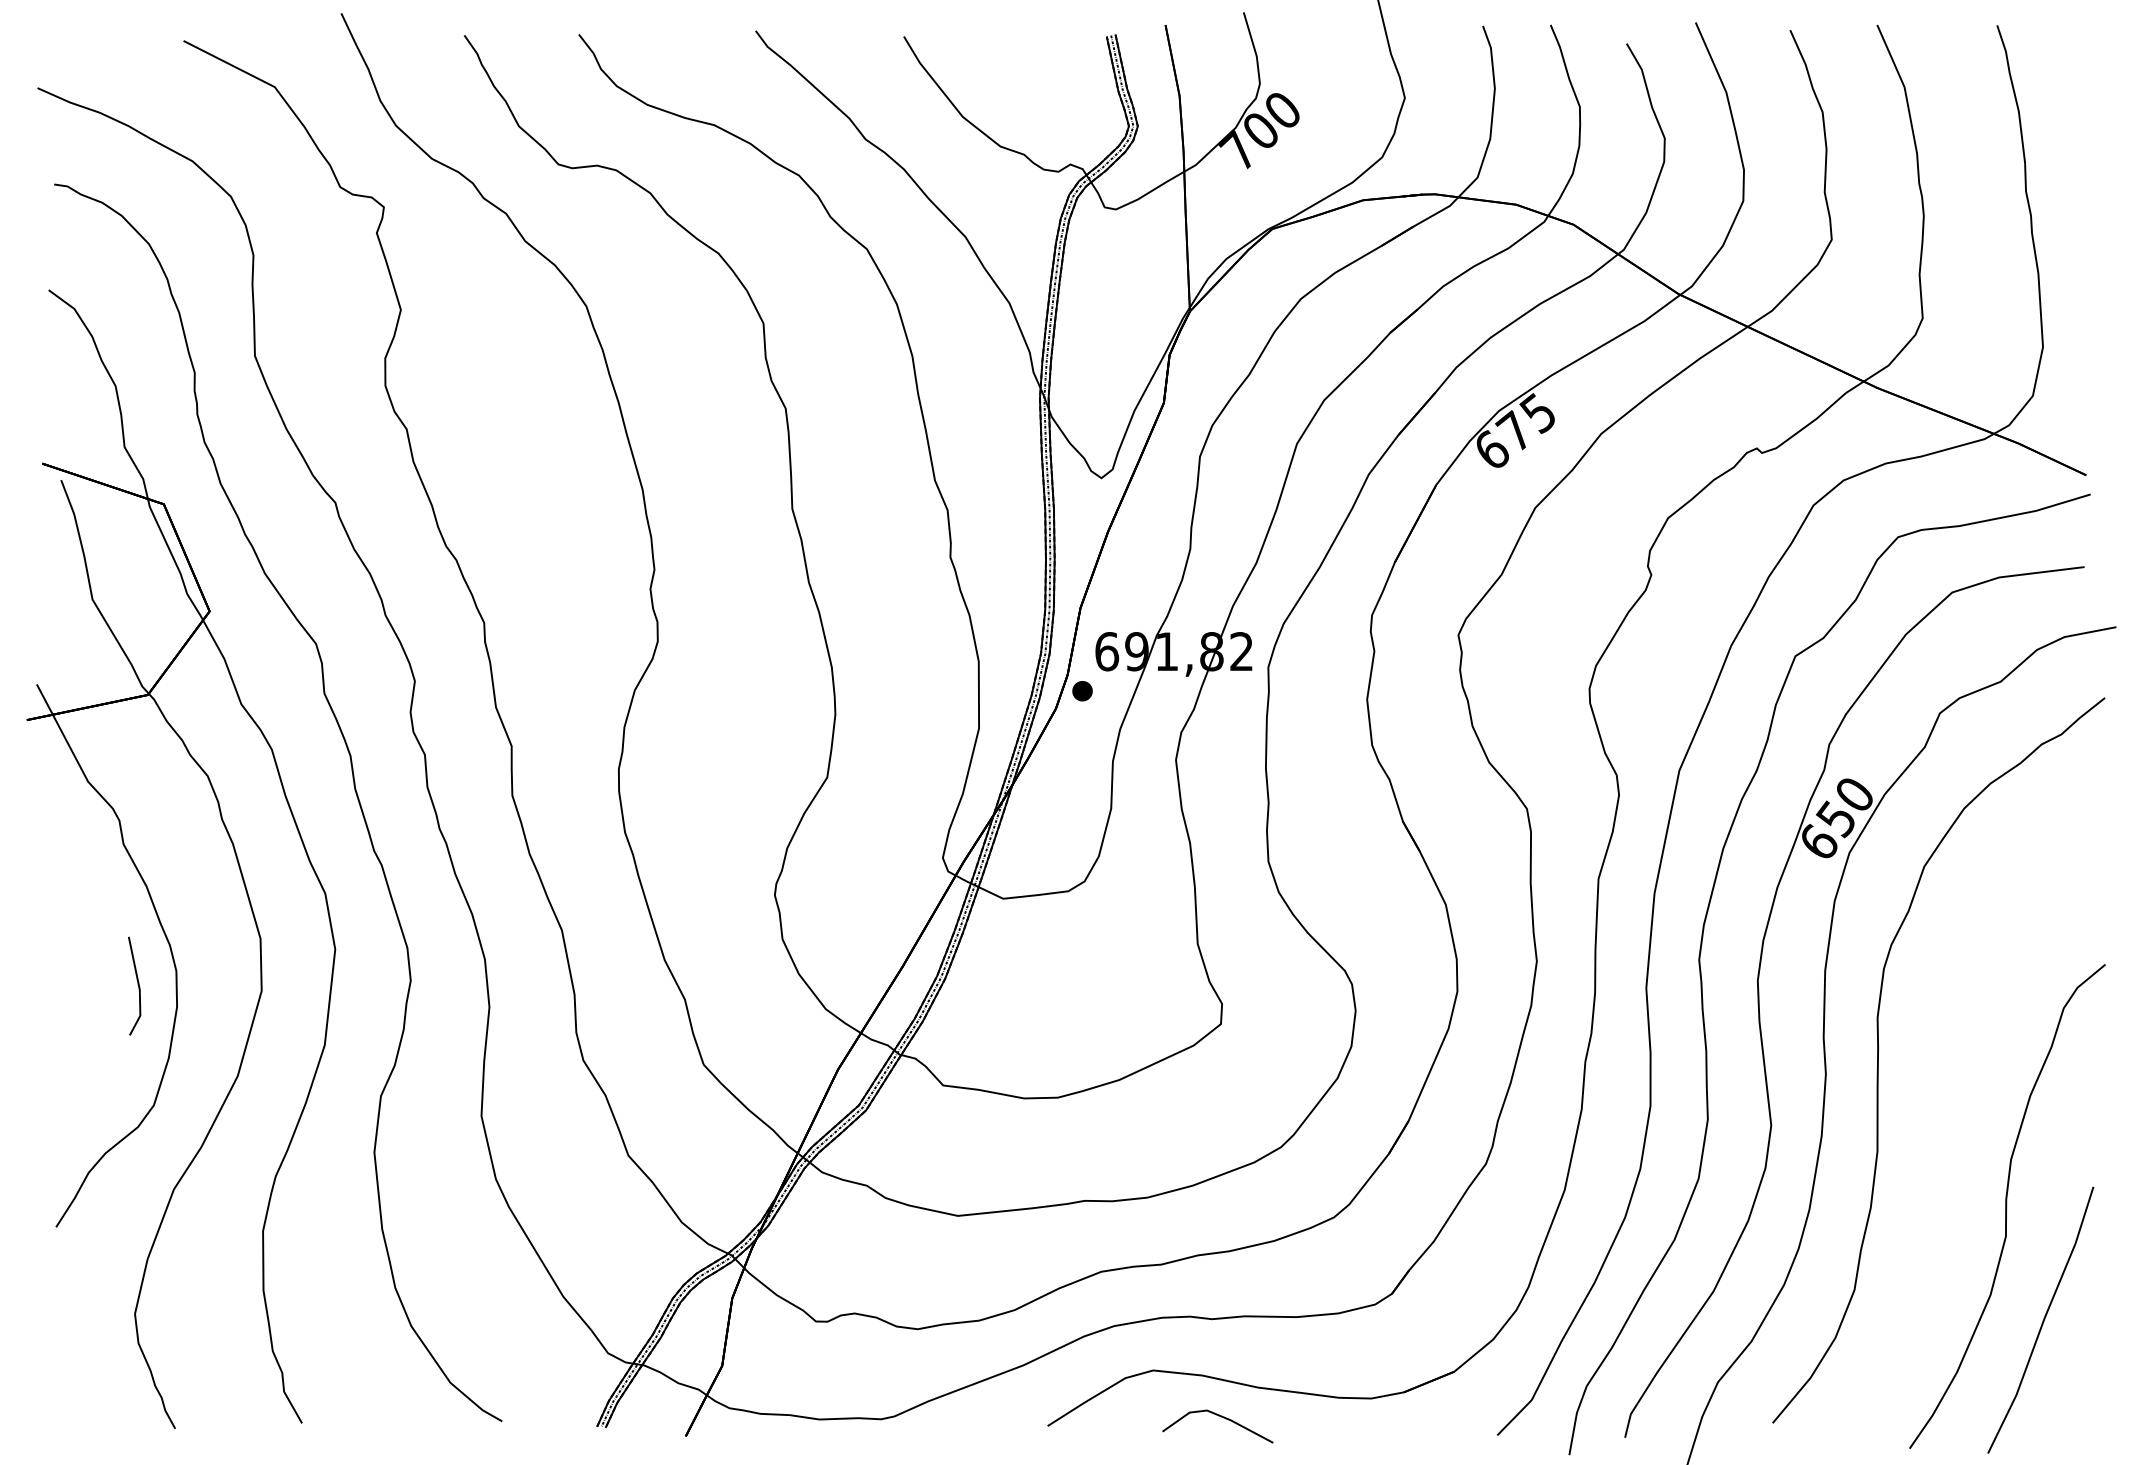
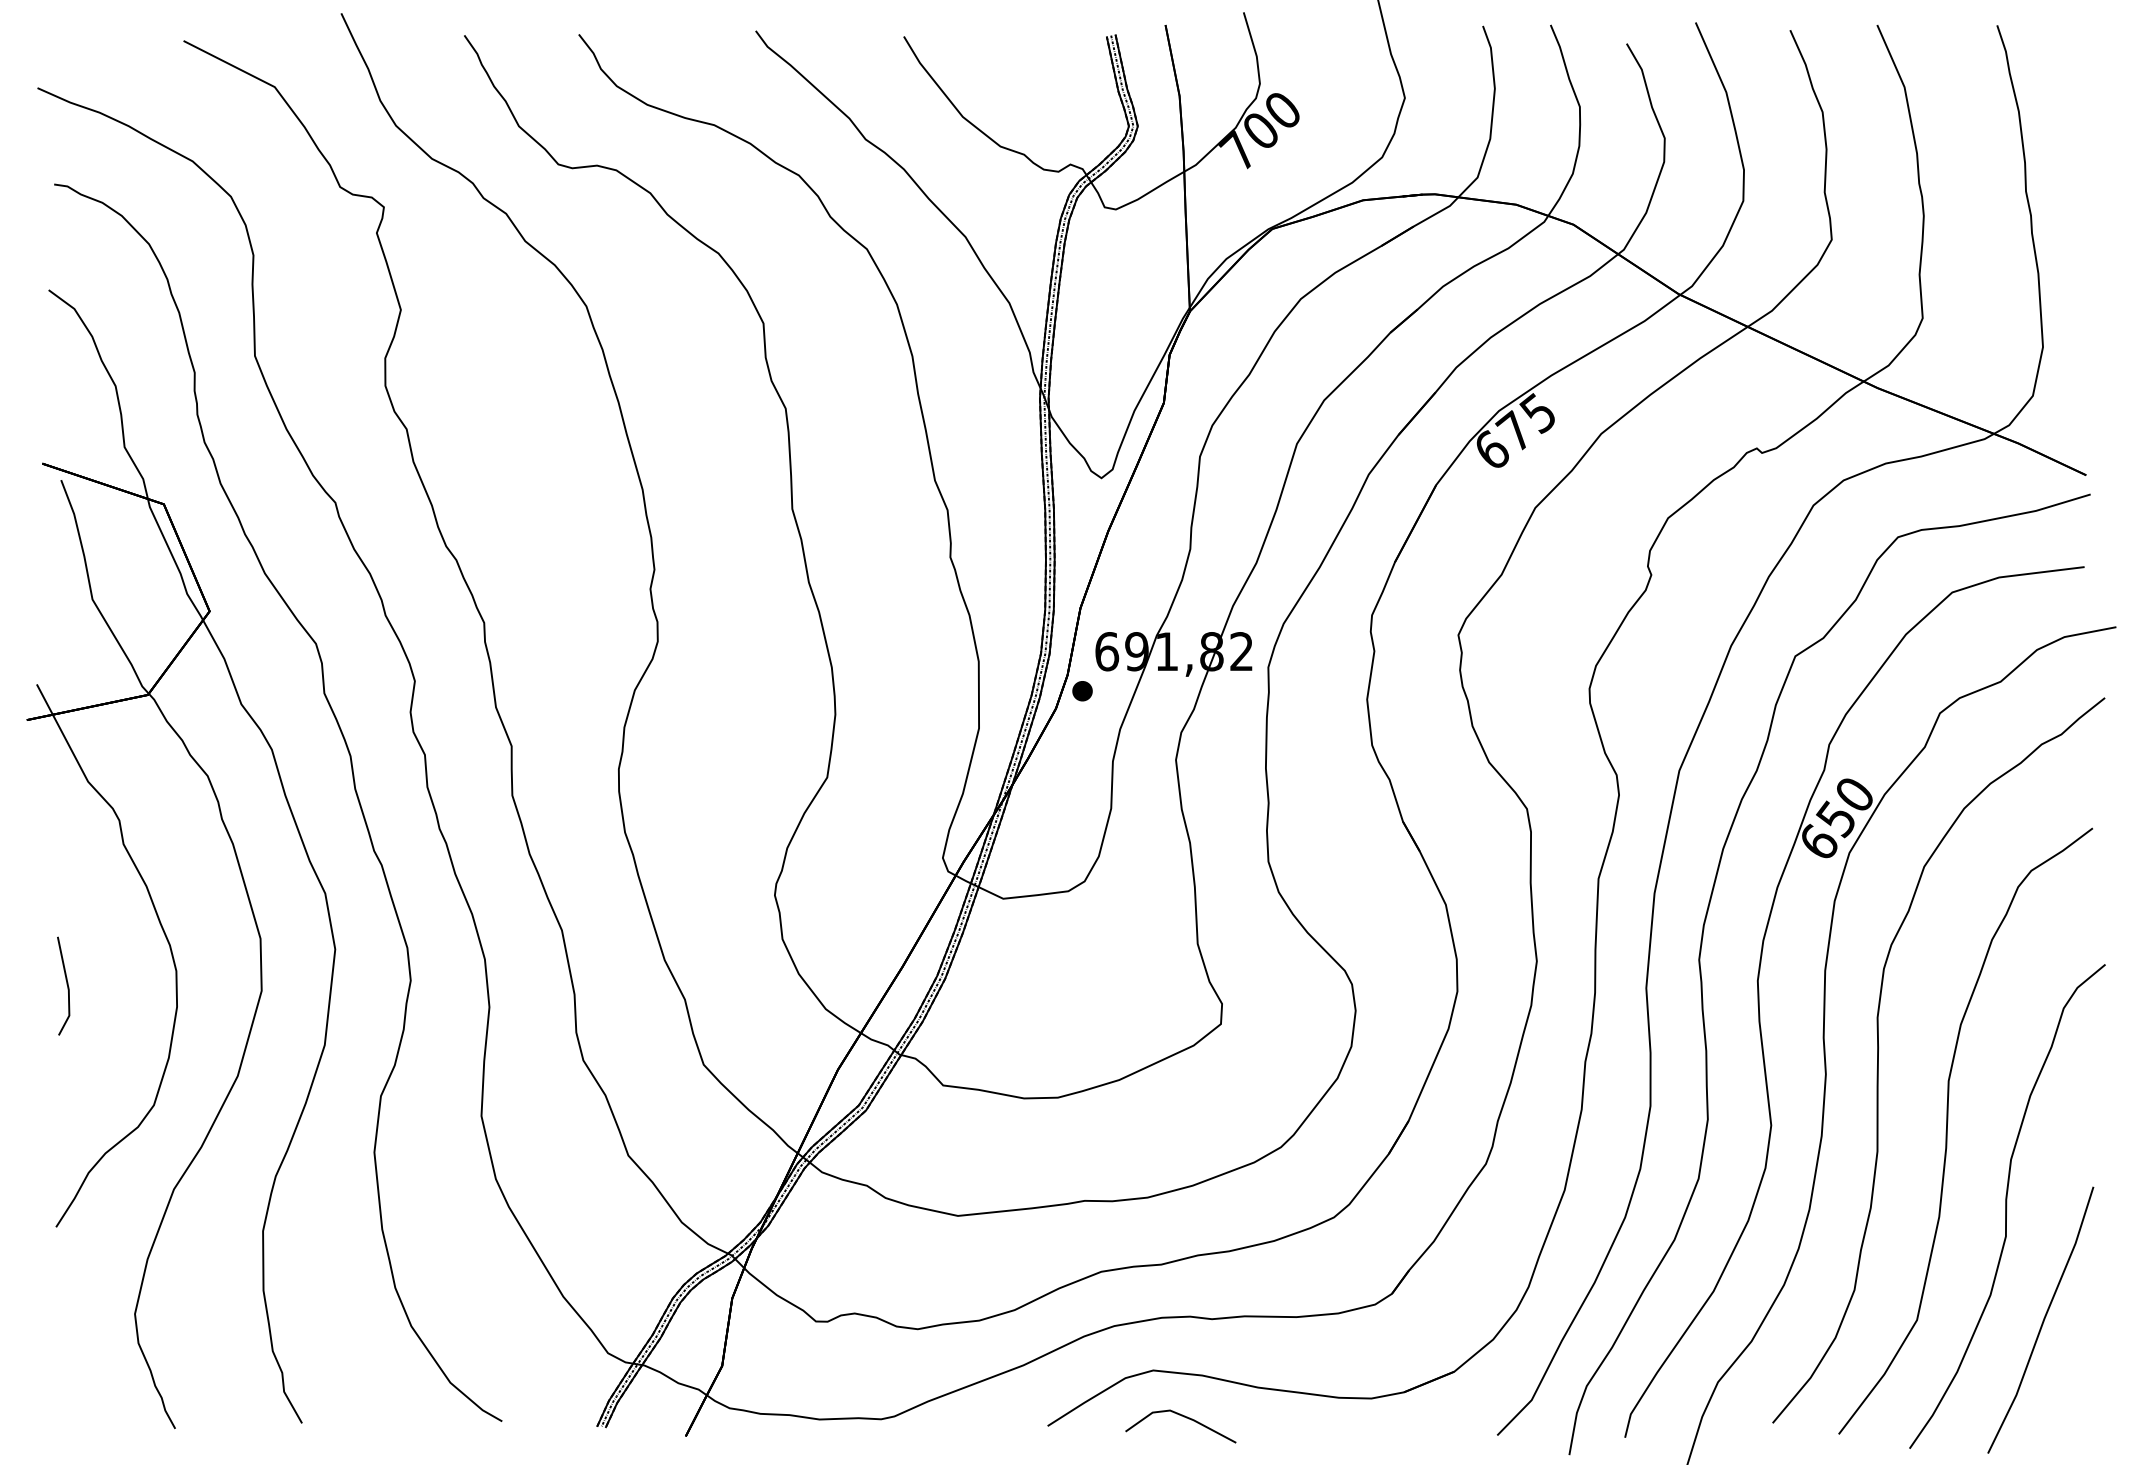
line at (137, 984) position: (137, 984) -> (66, 984)
part at (1947, 1130): none -> present
line at (1221, 1417) position: (1221, 1417) -> (1184, 1417)
